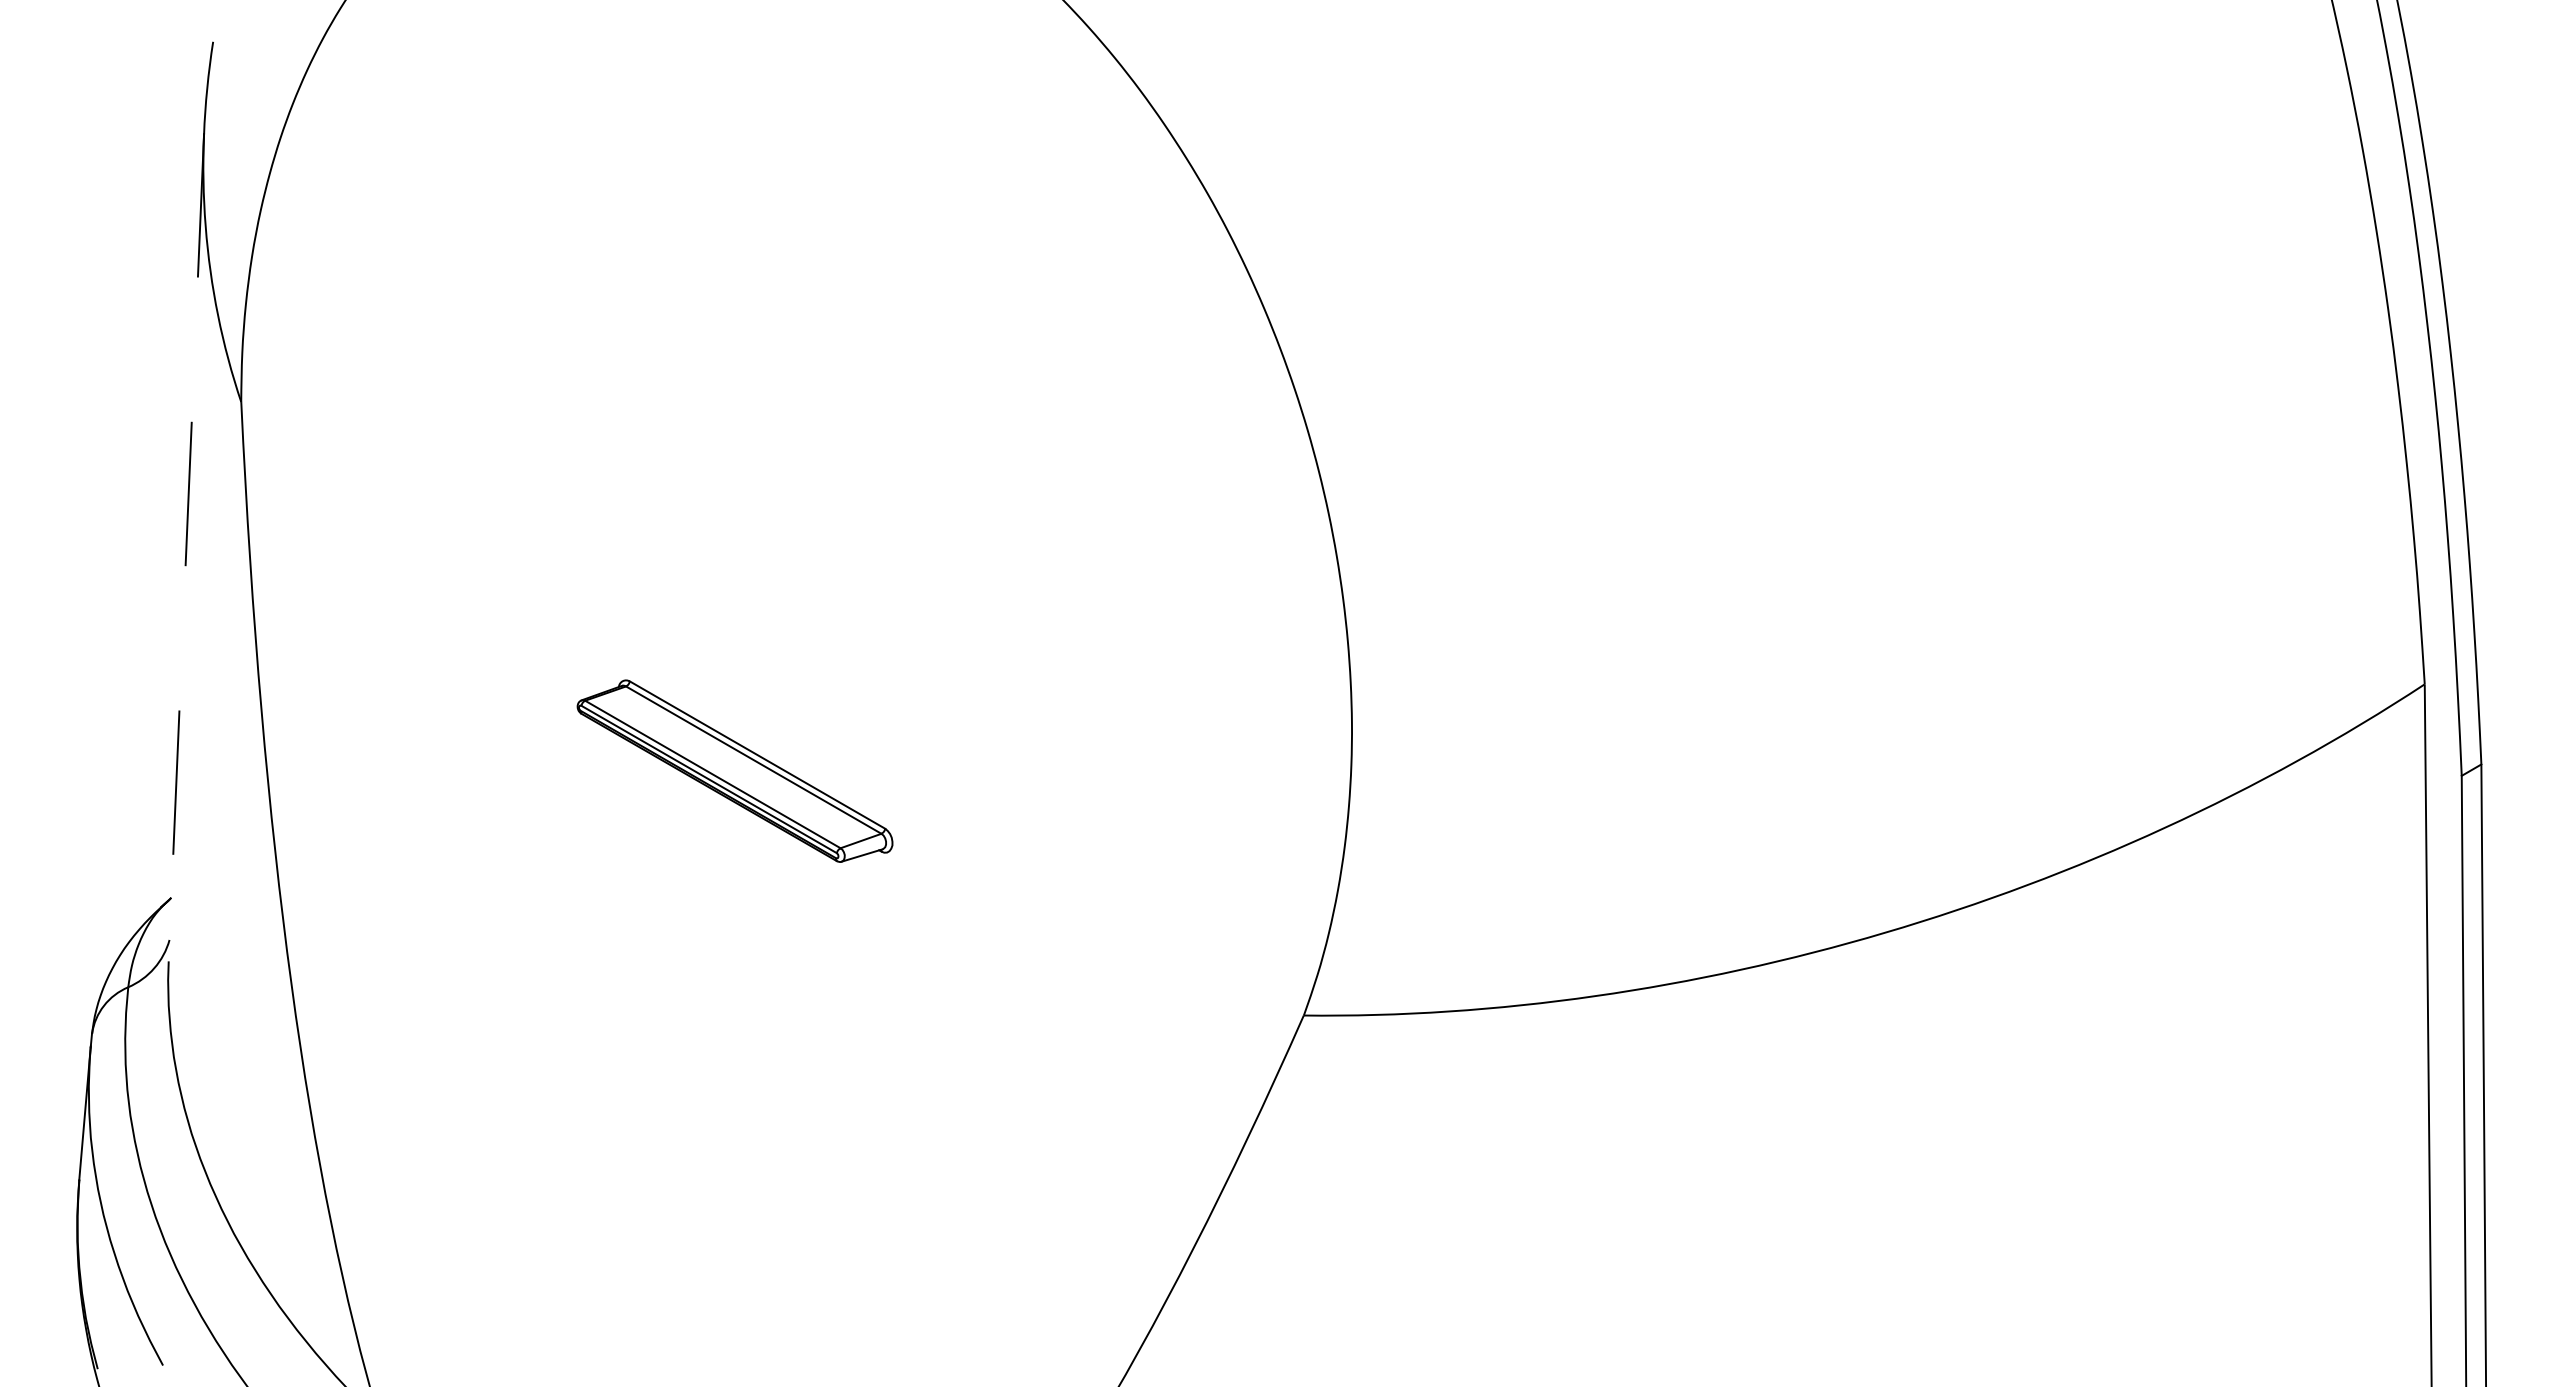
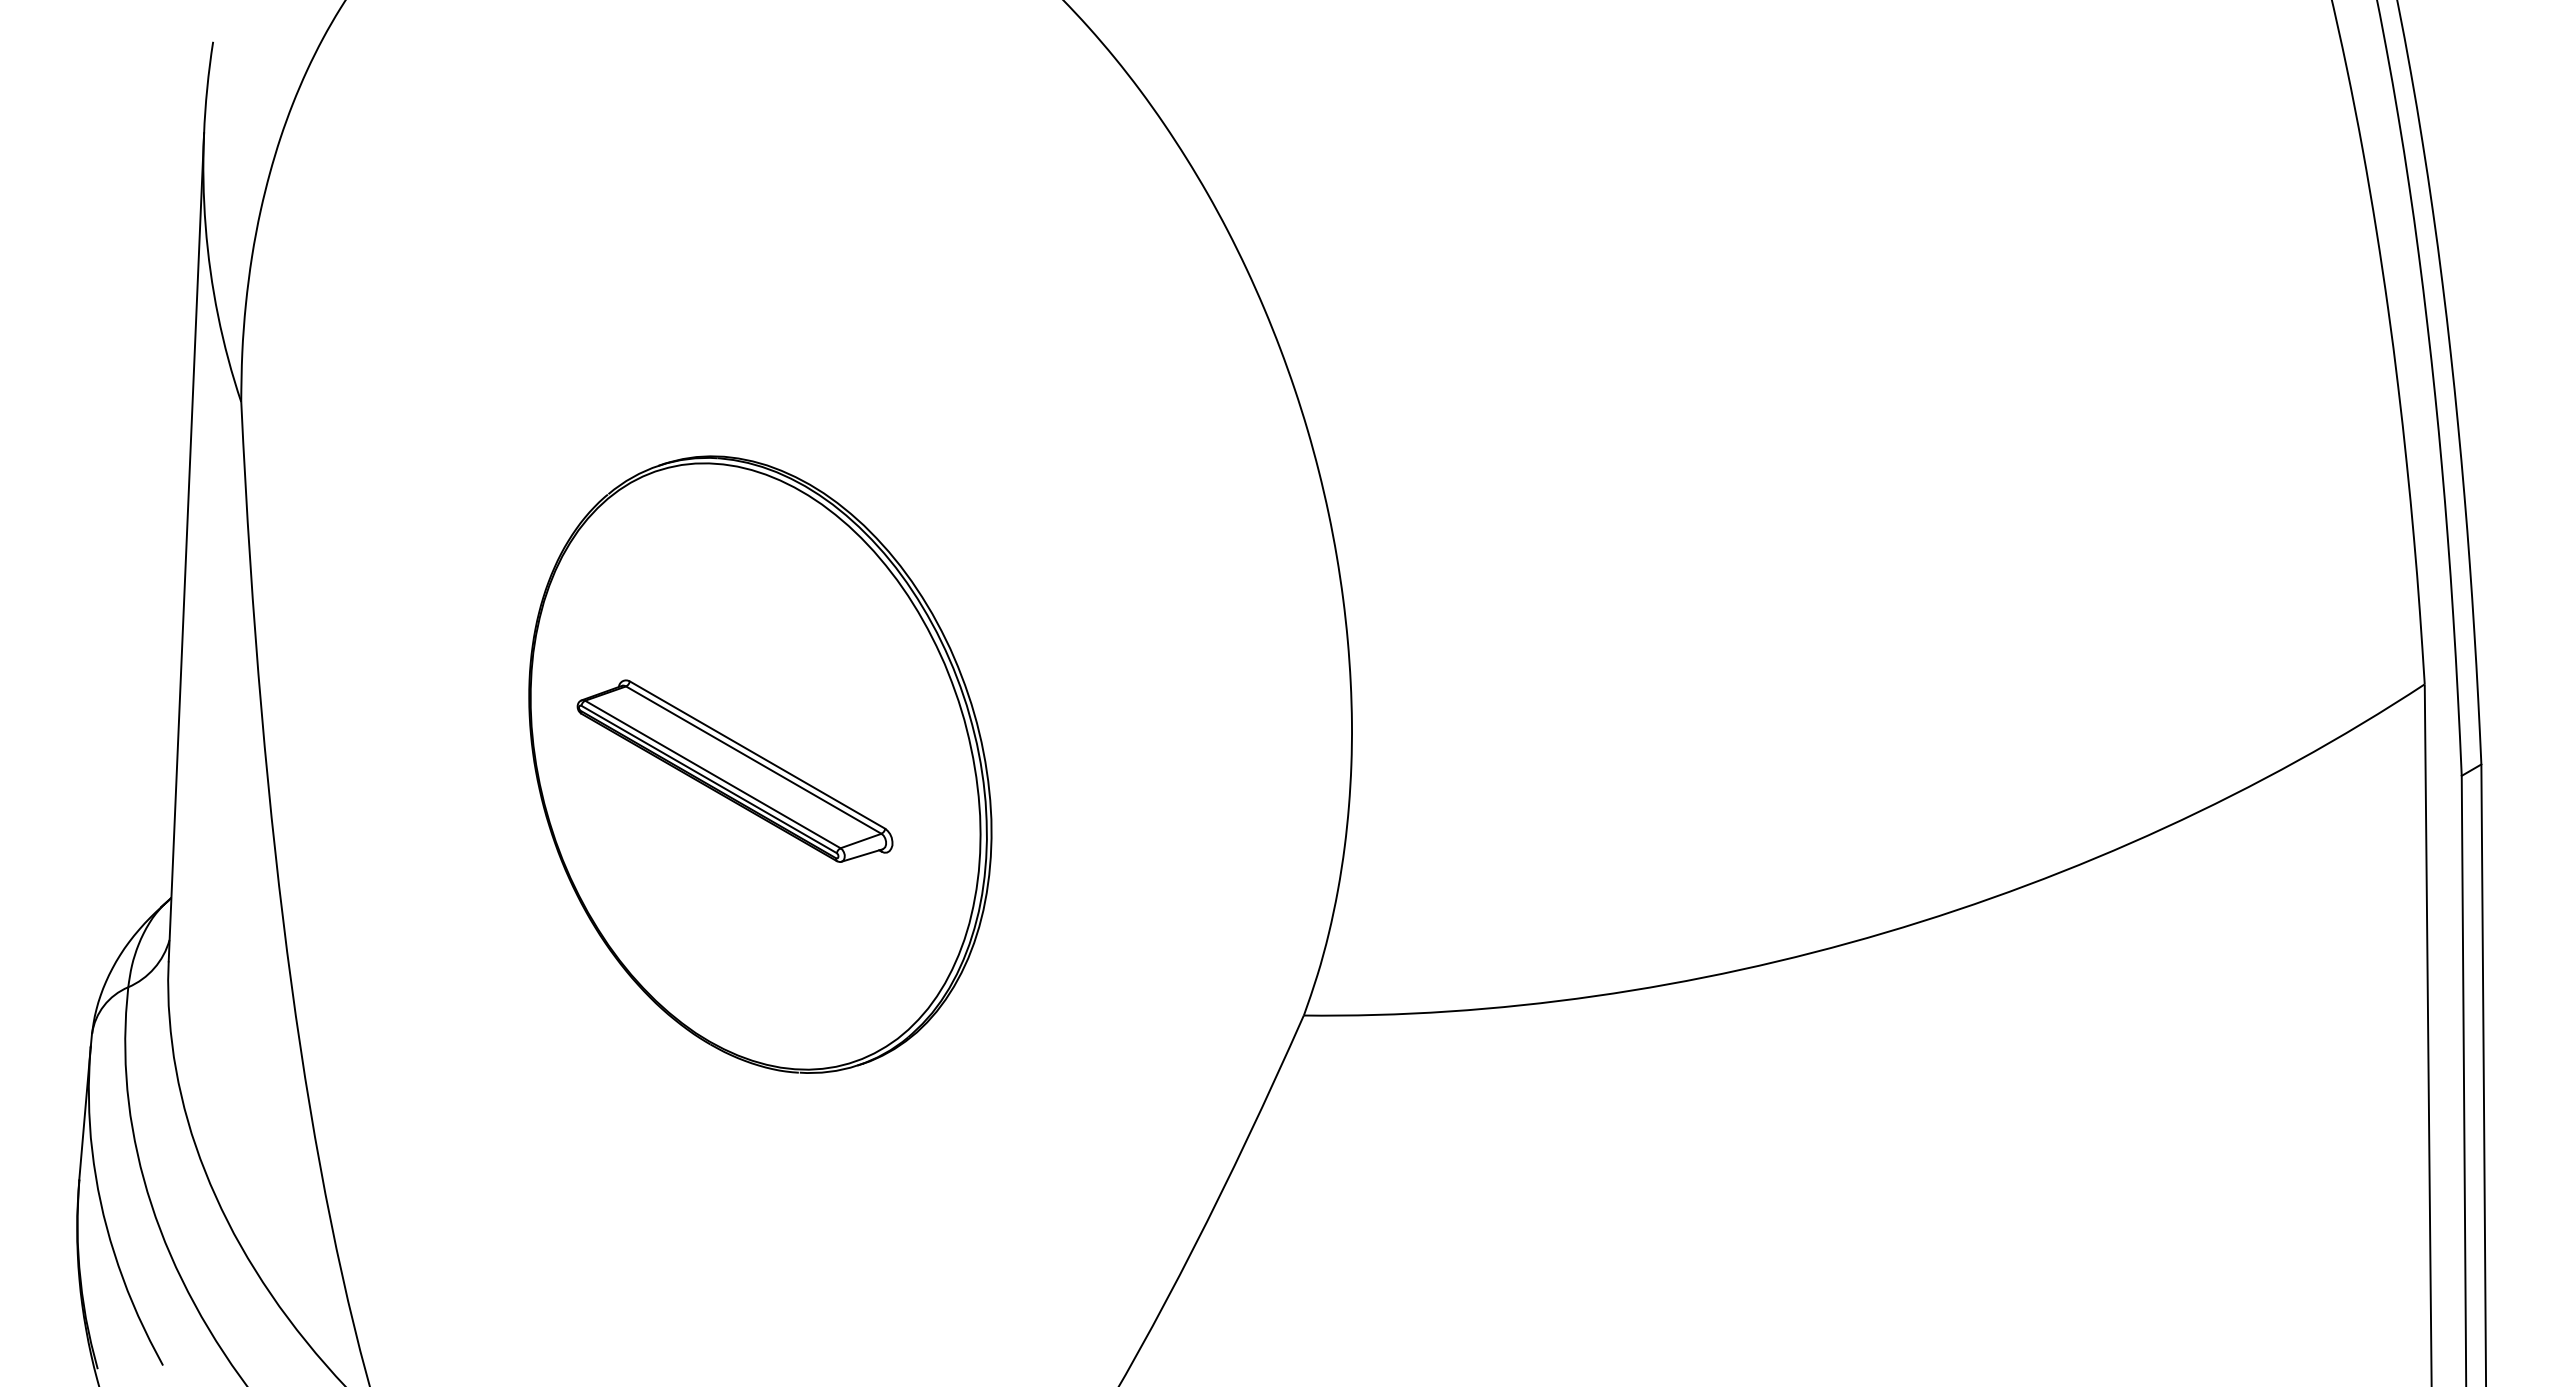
line at (186, 547): dashed -> solid
part at (760, 764): none -> present
